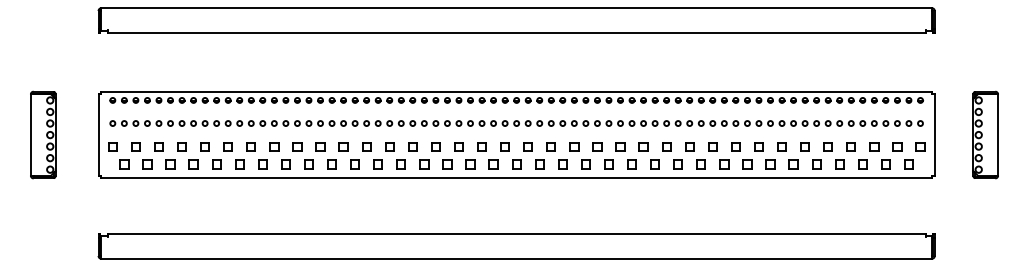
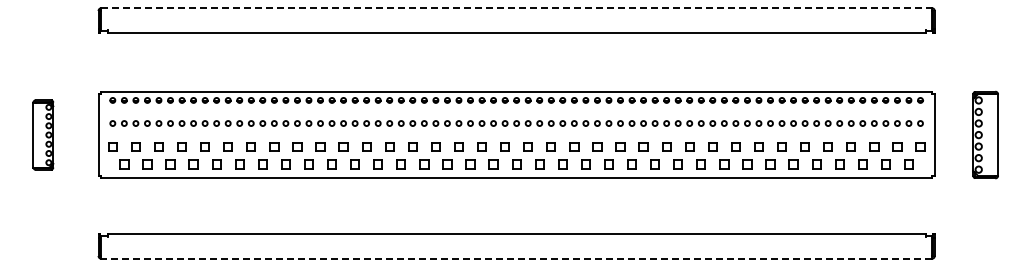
line at (517, 8): solid -> dashed
part at (43, 134) size: 27x90 px -> 23x72 px
line at (516, 258): solid -> dashed
